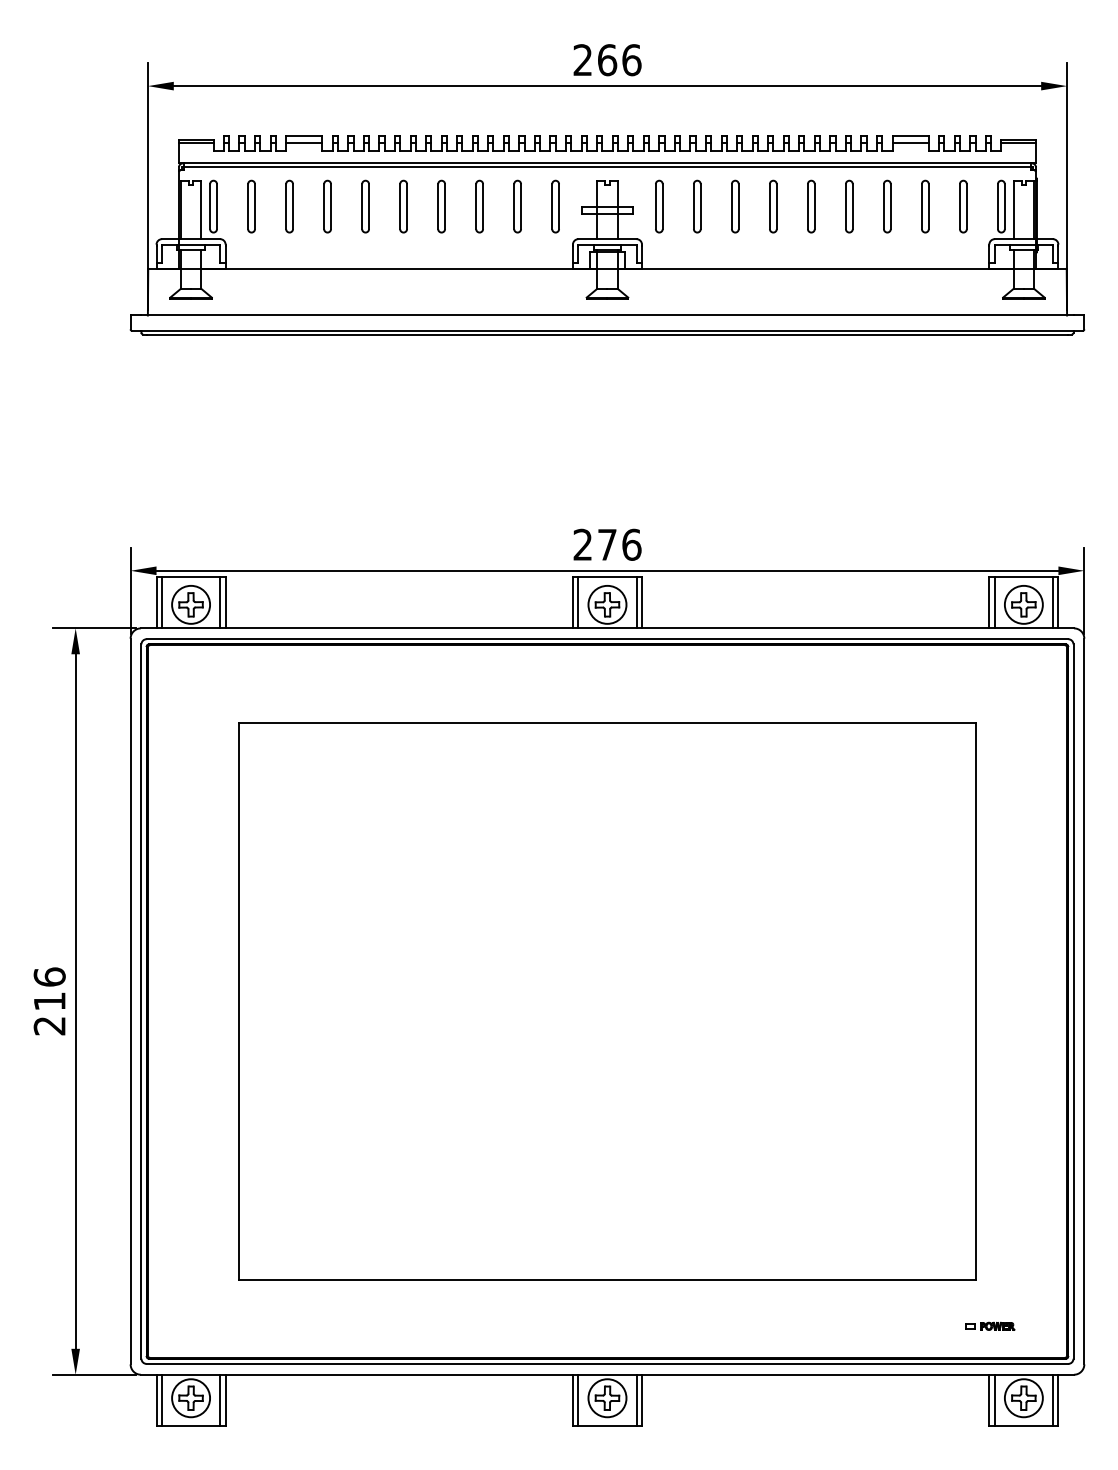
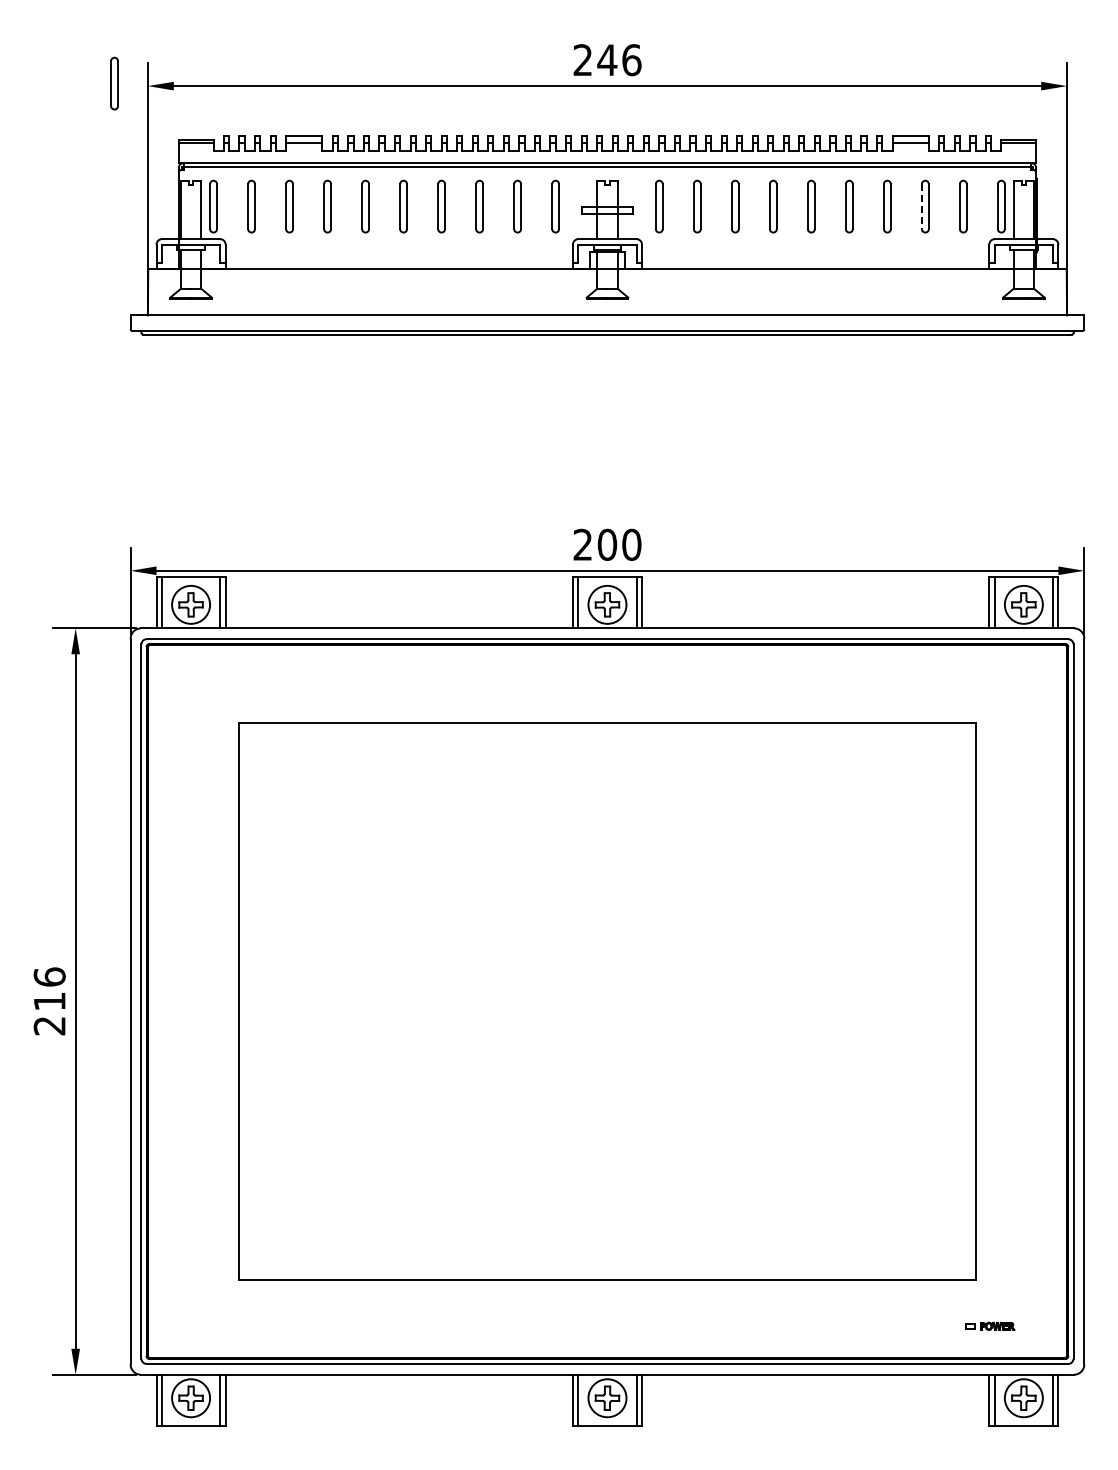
text at (607, 60): 266 -> 246
part at (114, 83): none -> present
line at (921, 207): solid -> dashed
text at (619, 544): 276 -> 200
